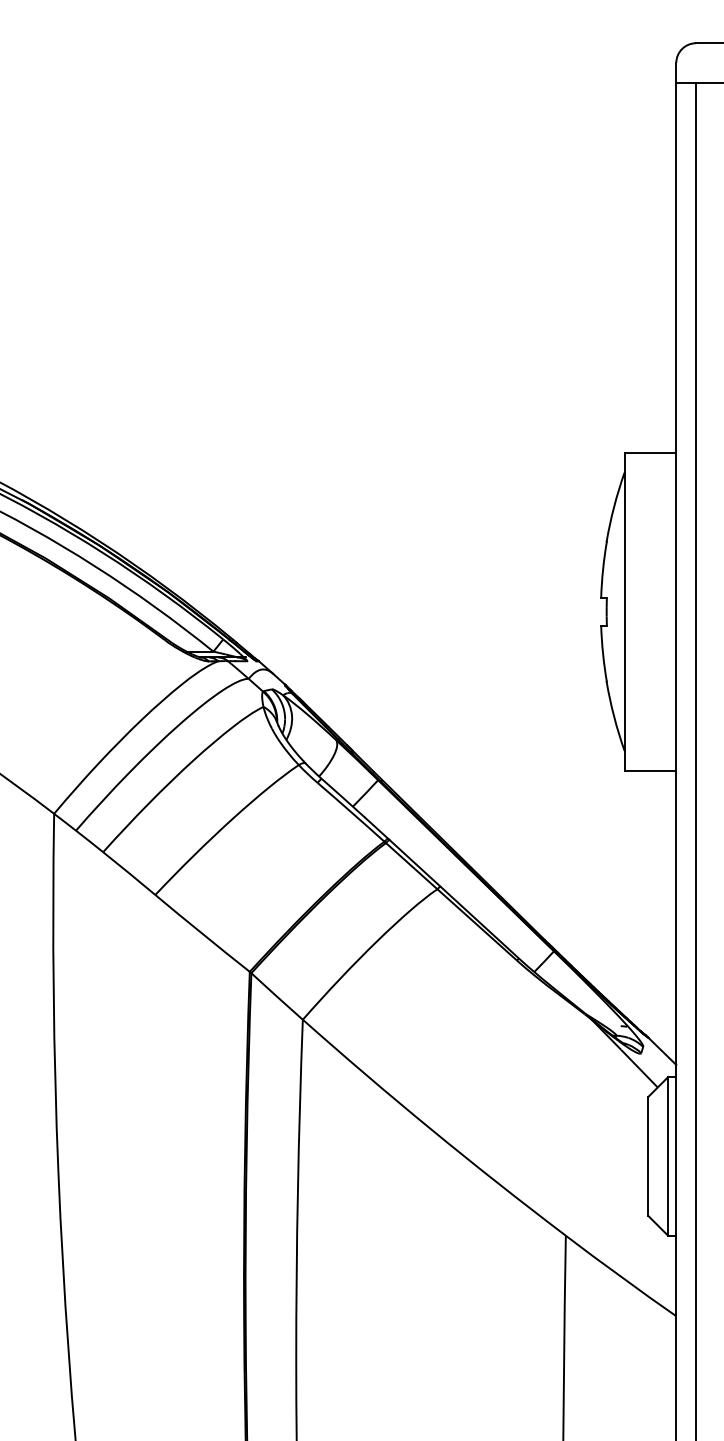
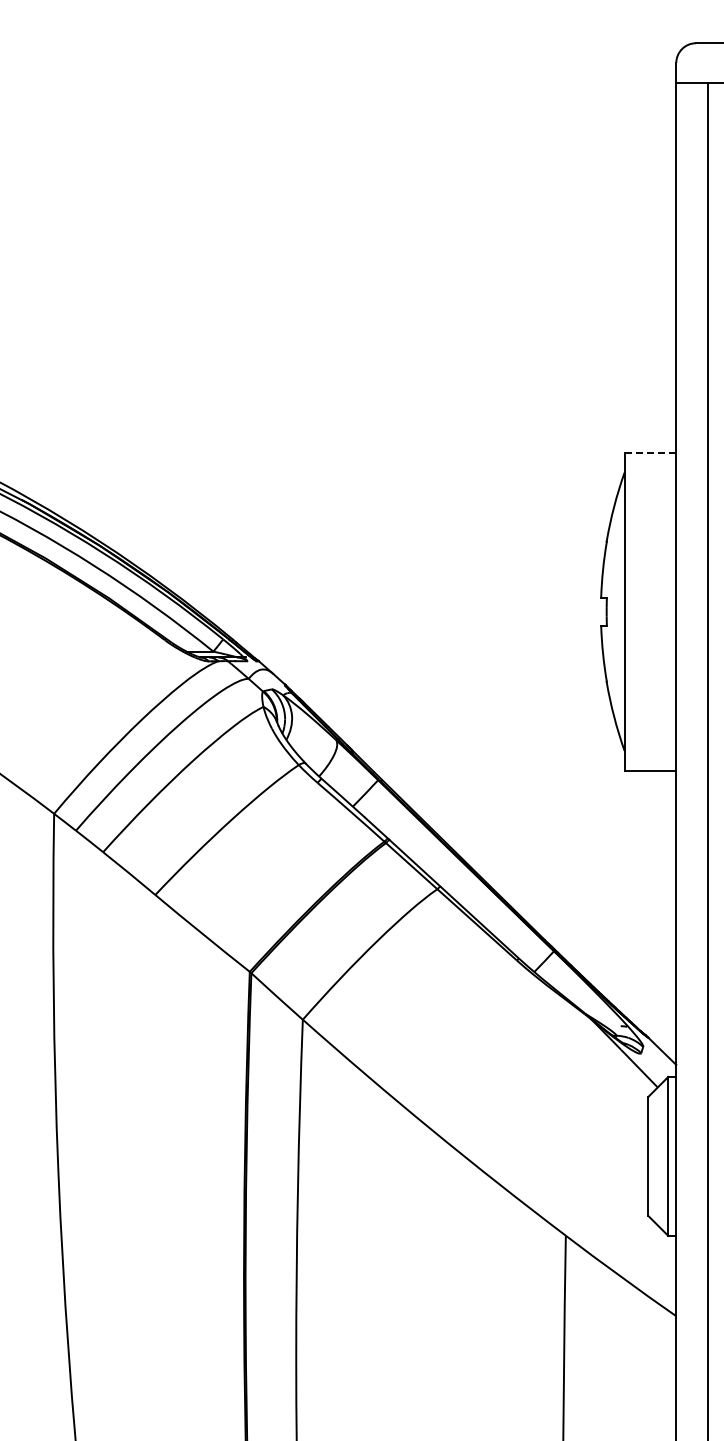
line at (650, 452): solid -> dashed
line at (696, 759) position: (696, 759) -> (708, 759)
